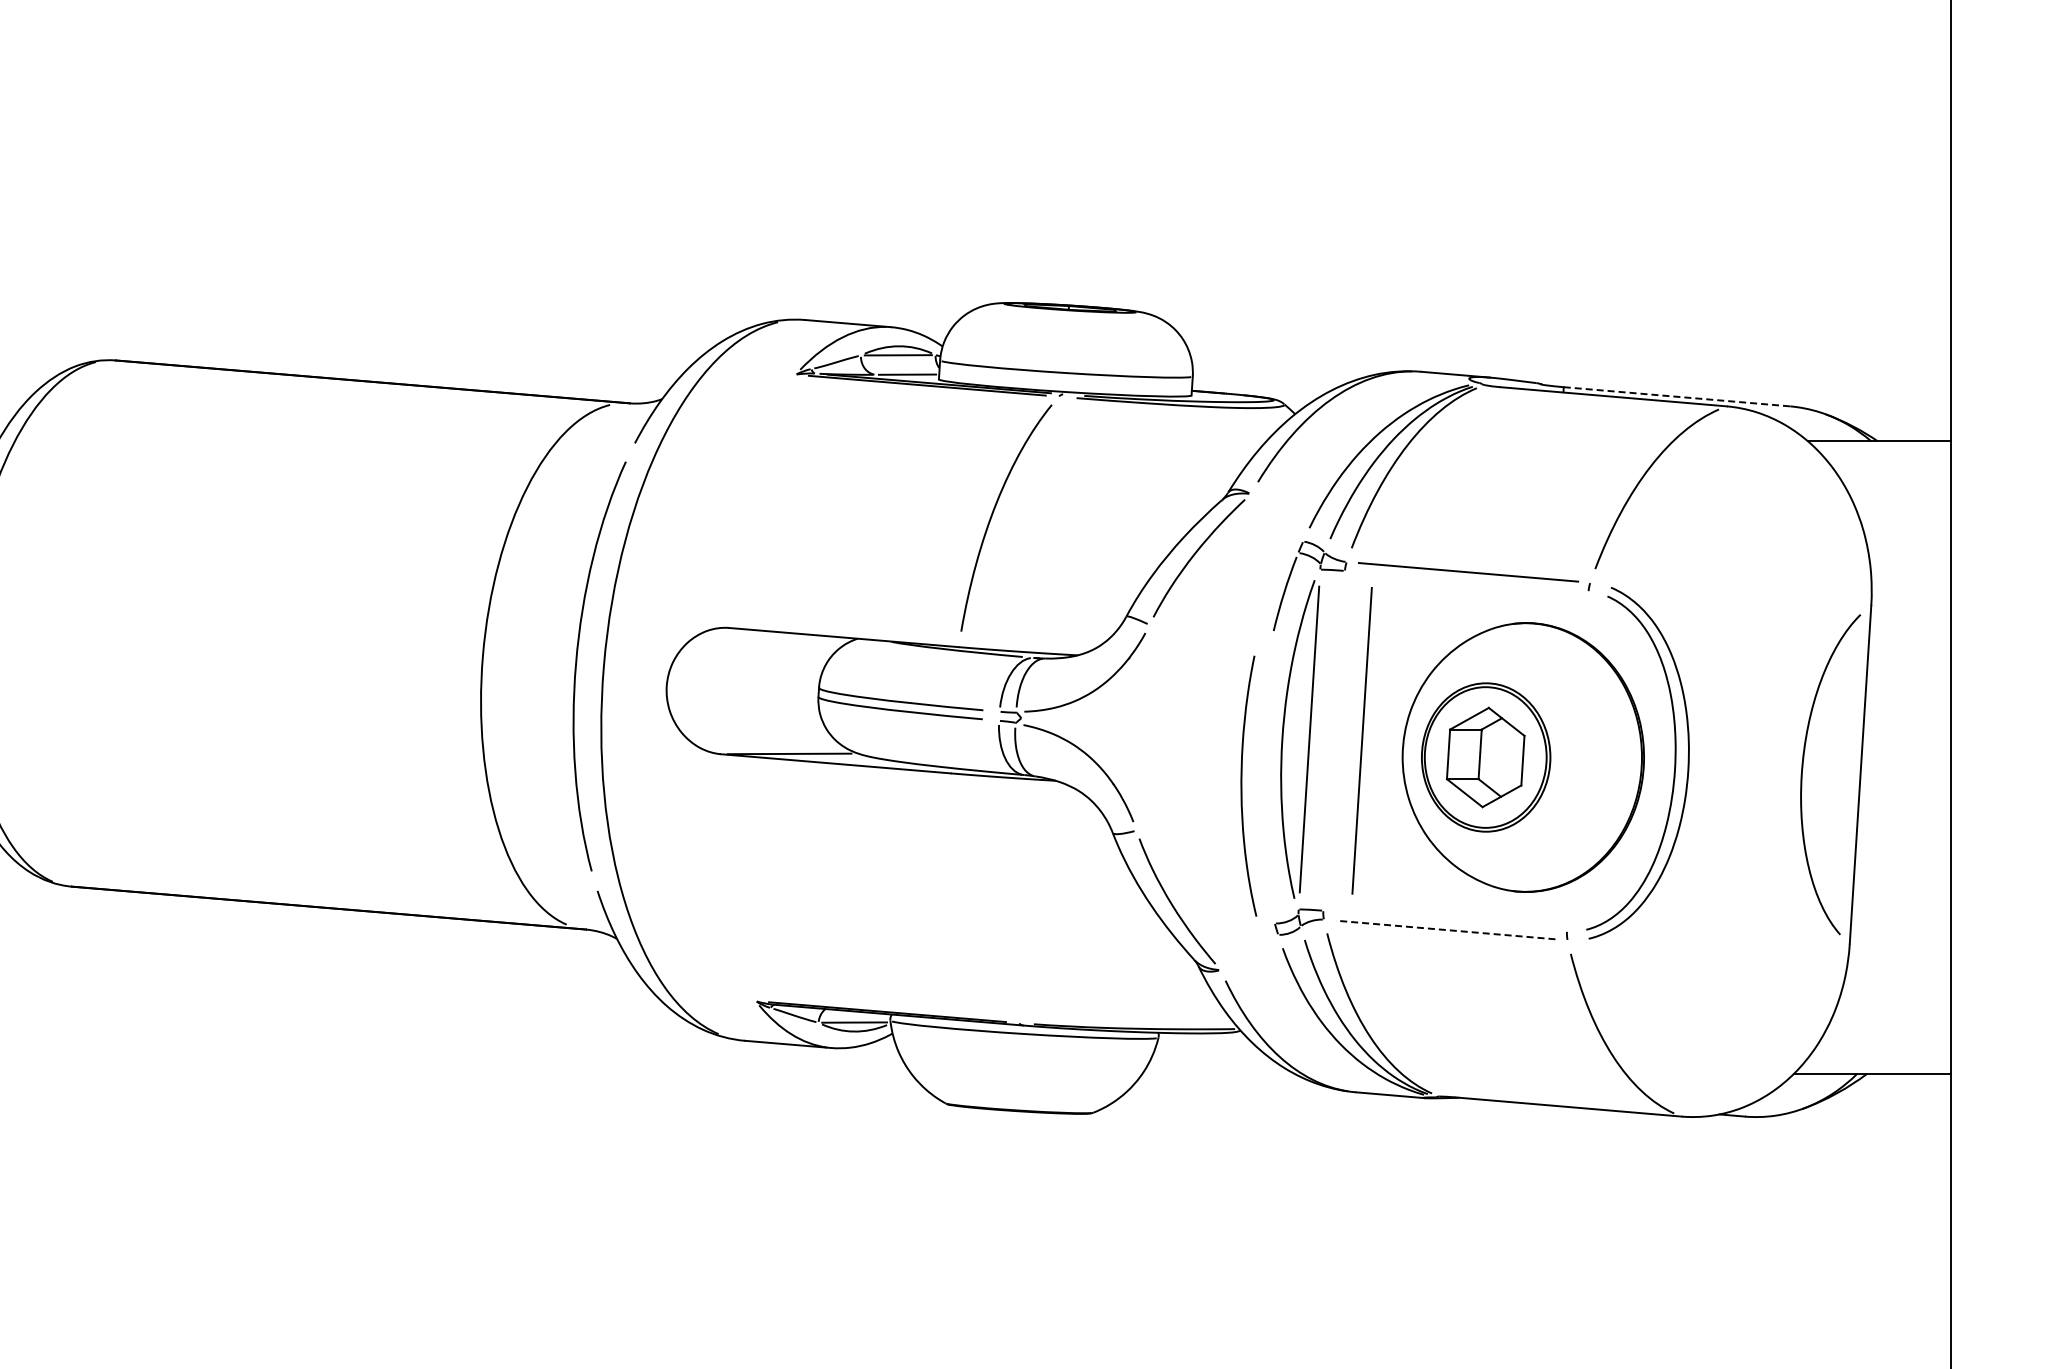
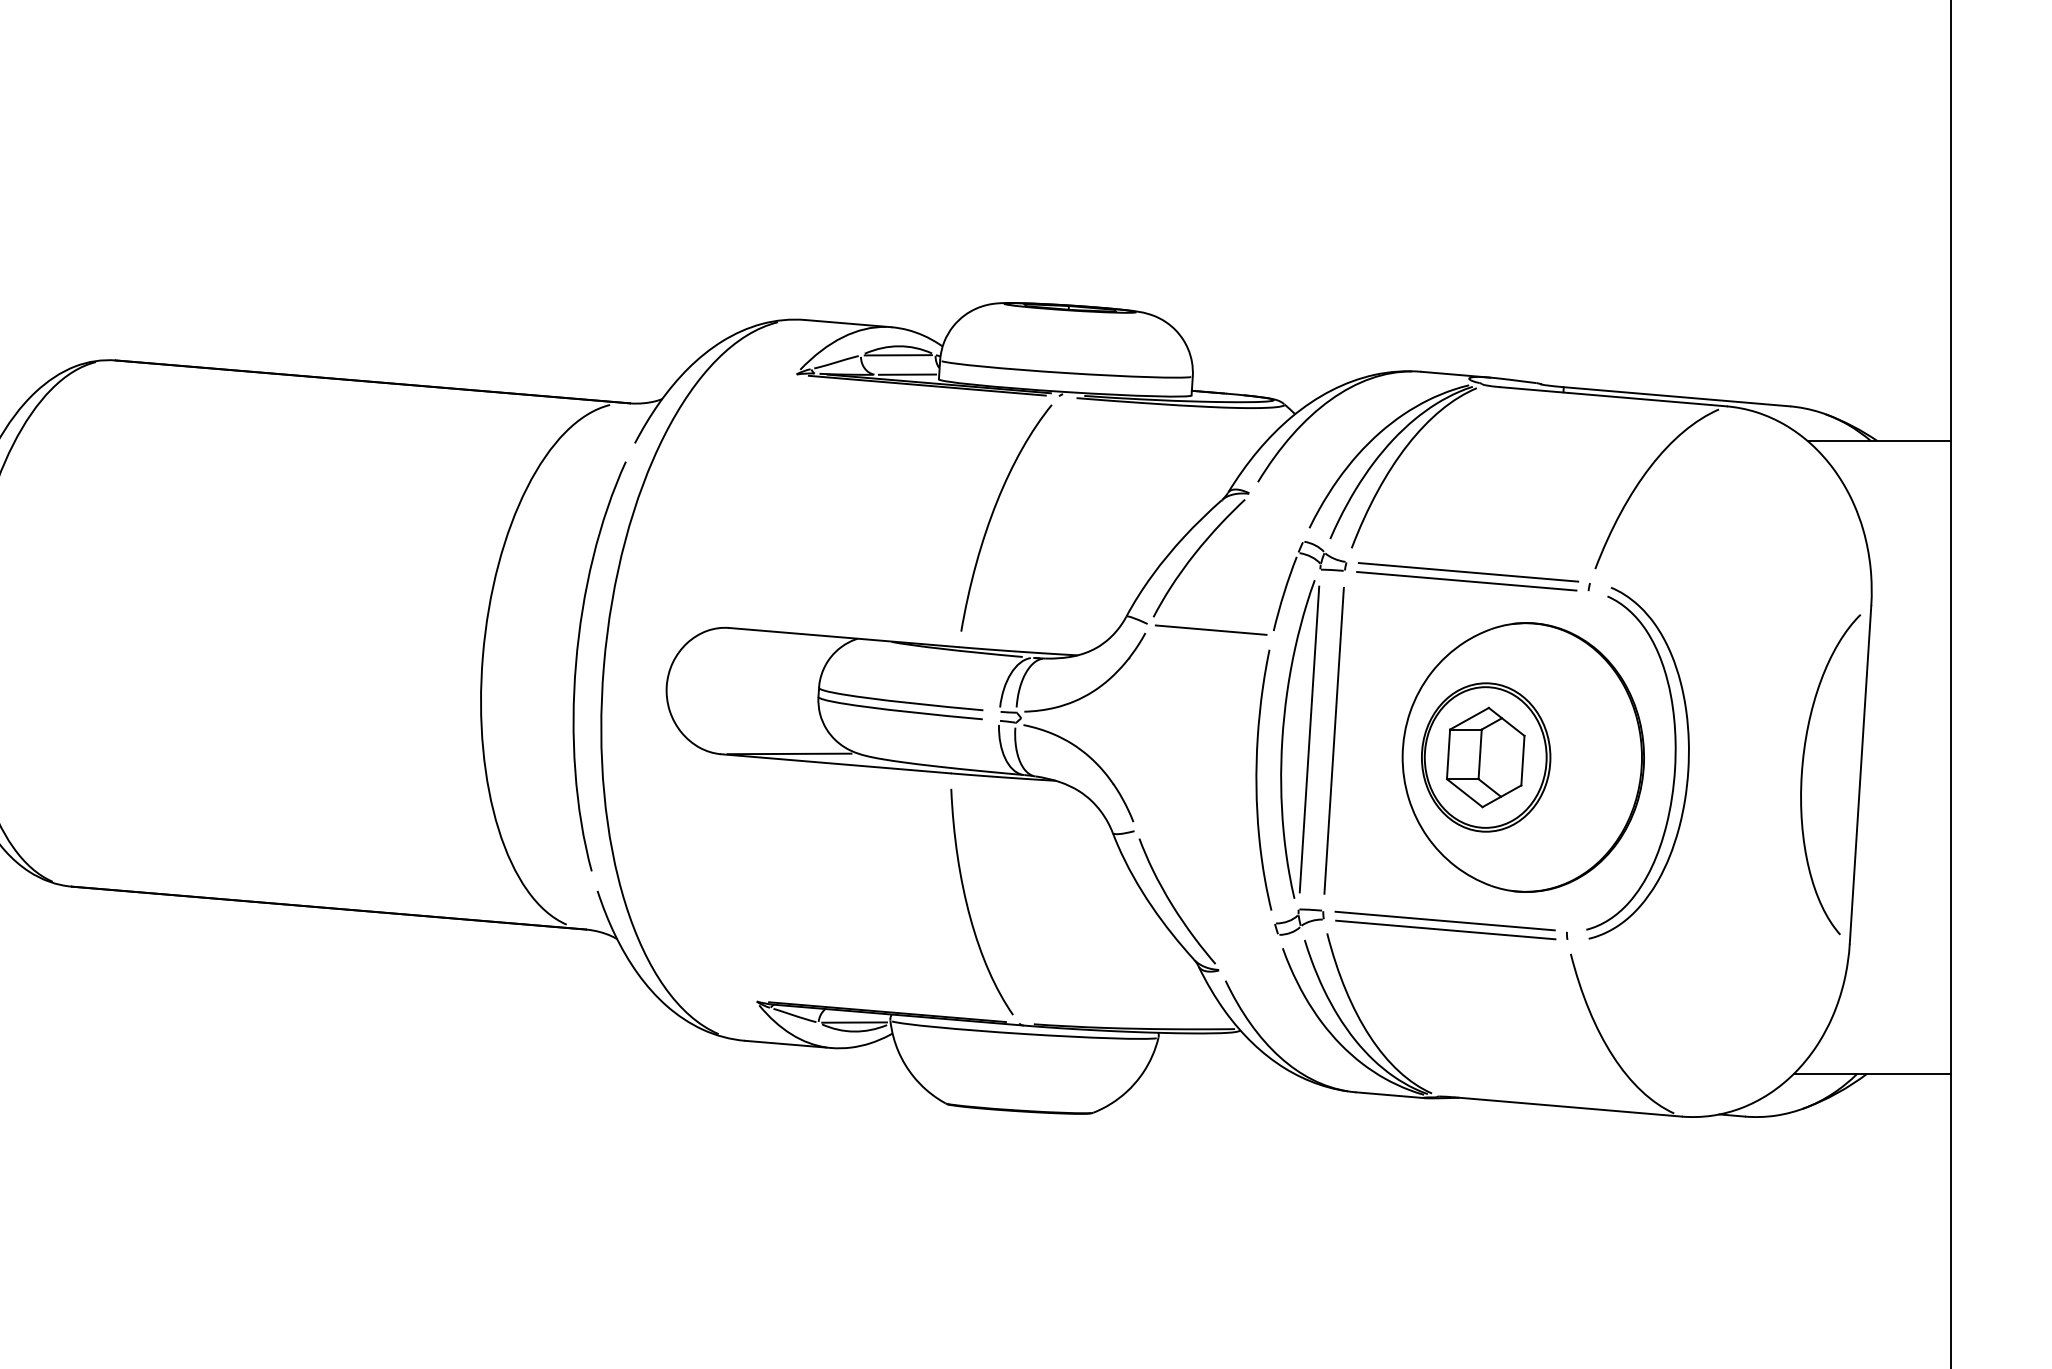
line at (1676, 396): dashed -> solid
line at (1466, 581): none -> present
line at (1210, 629): none -> present
line at (1361, 740) position: (1361, 740) -> (1333, 740)
curve at (1242, 785) position: (1242, 785) -> (1257, 779)
curve at (968, 905): none -> present
line at (1444, 920): none -> present
line at (1445, 929): dashed -> solid
